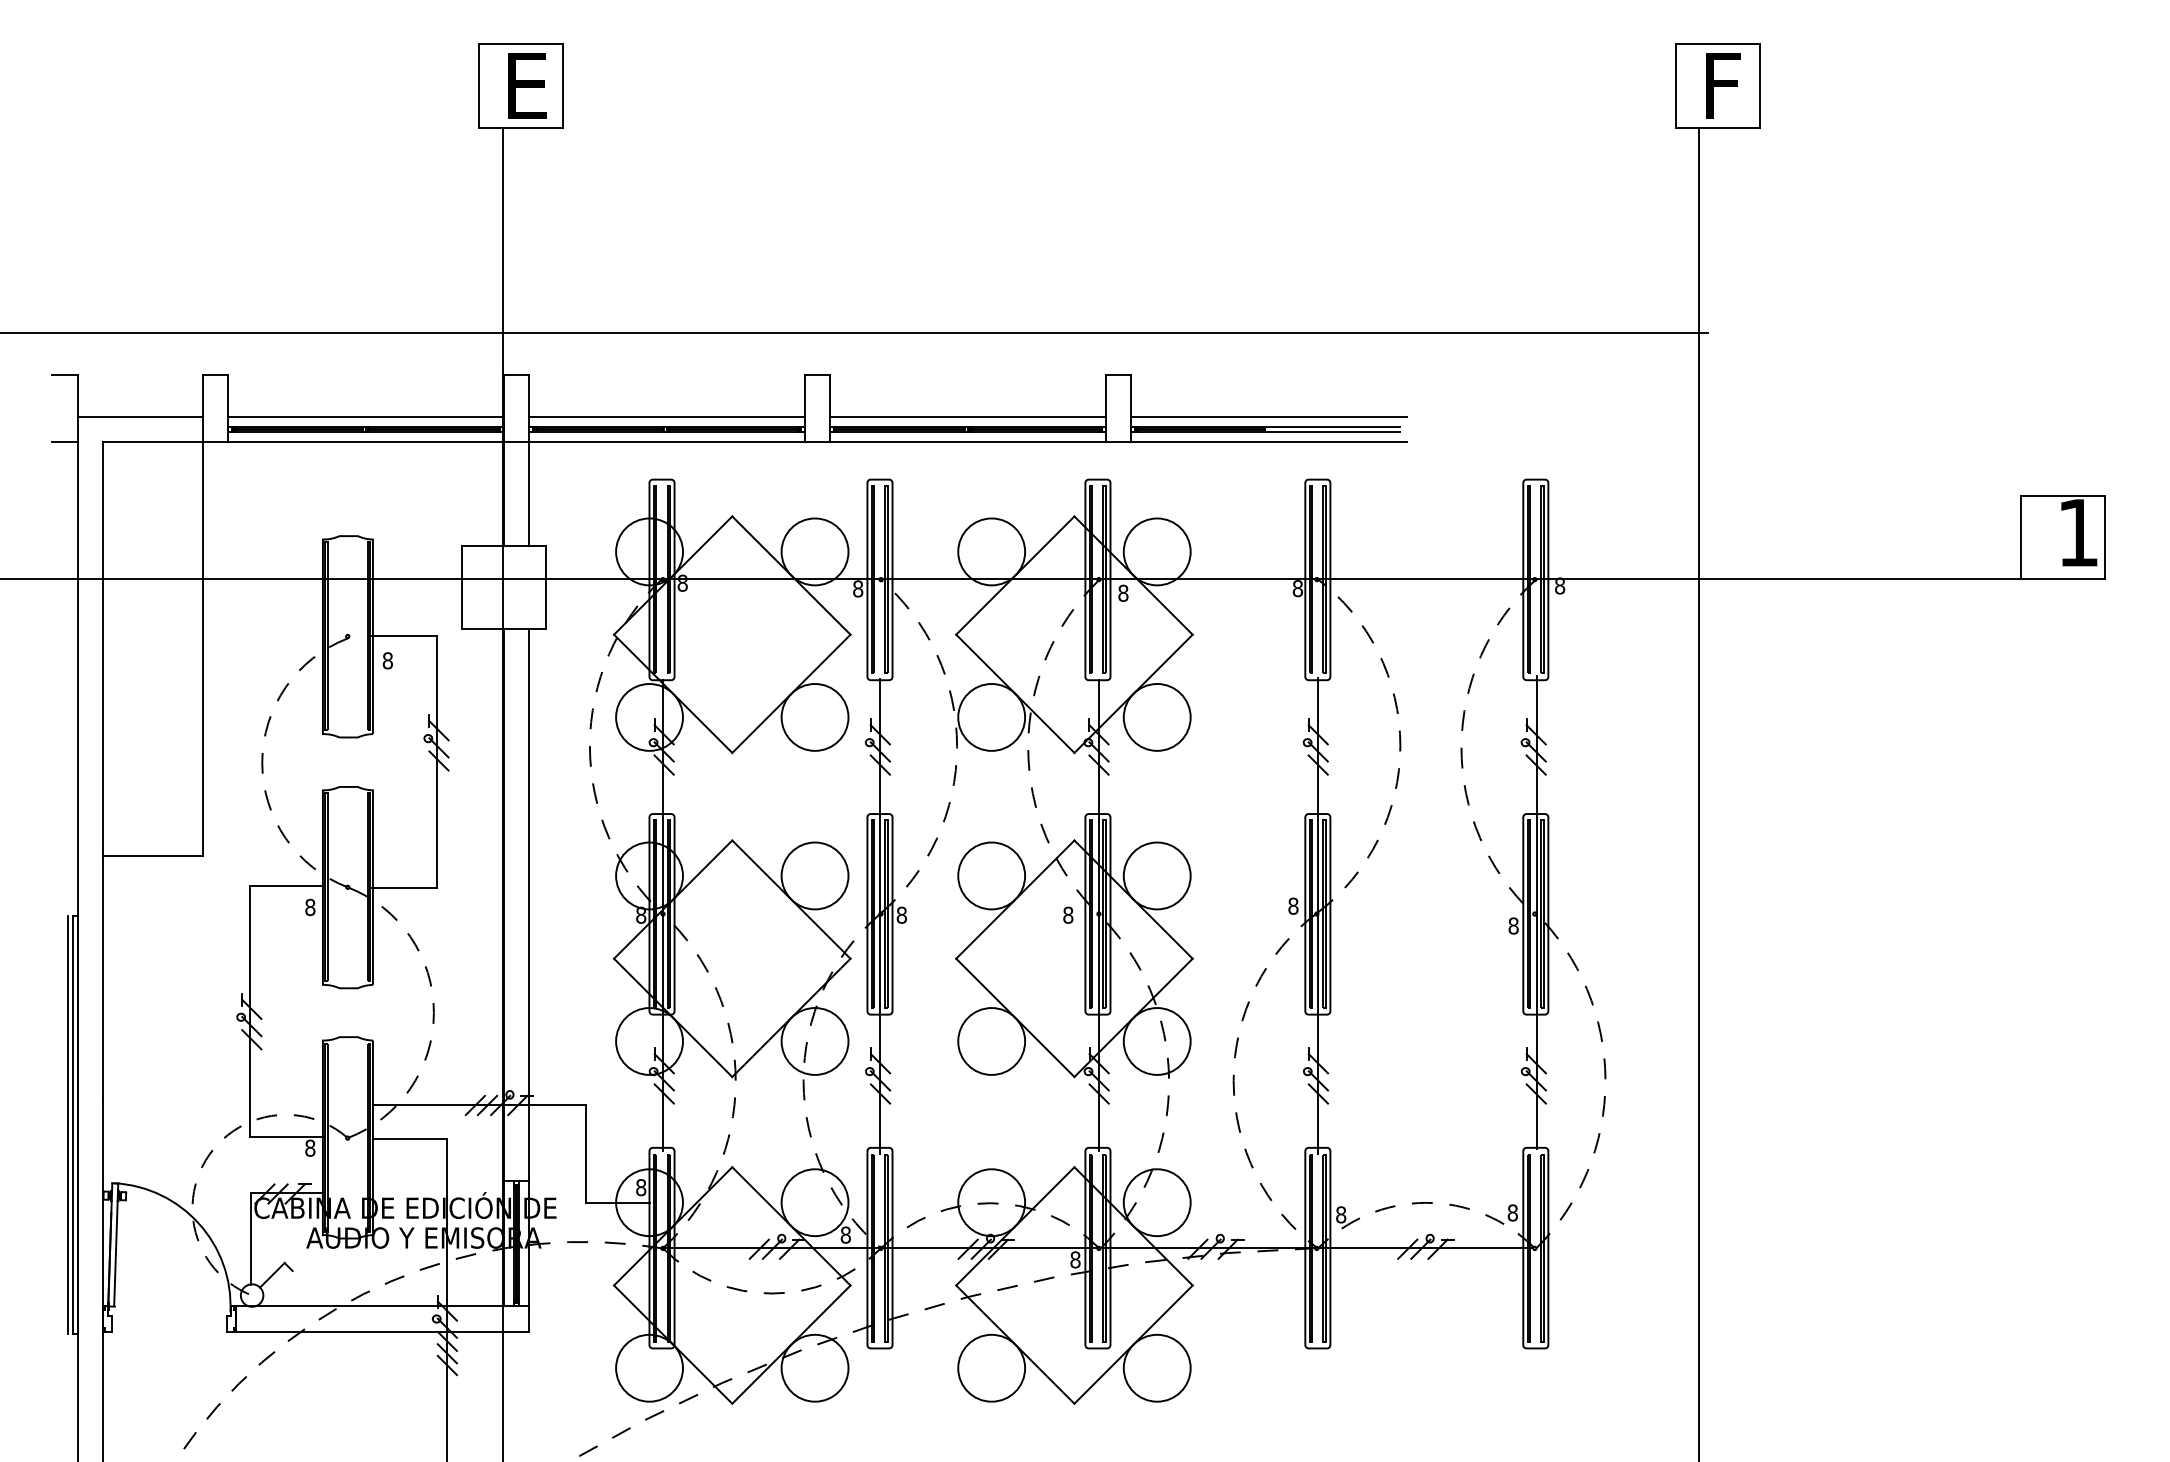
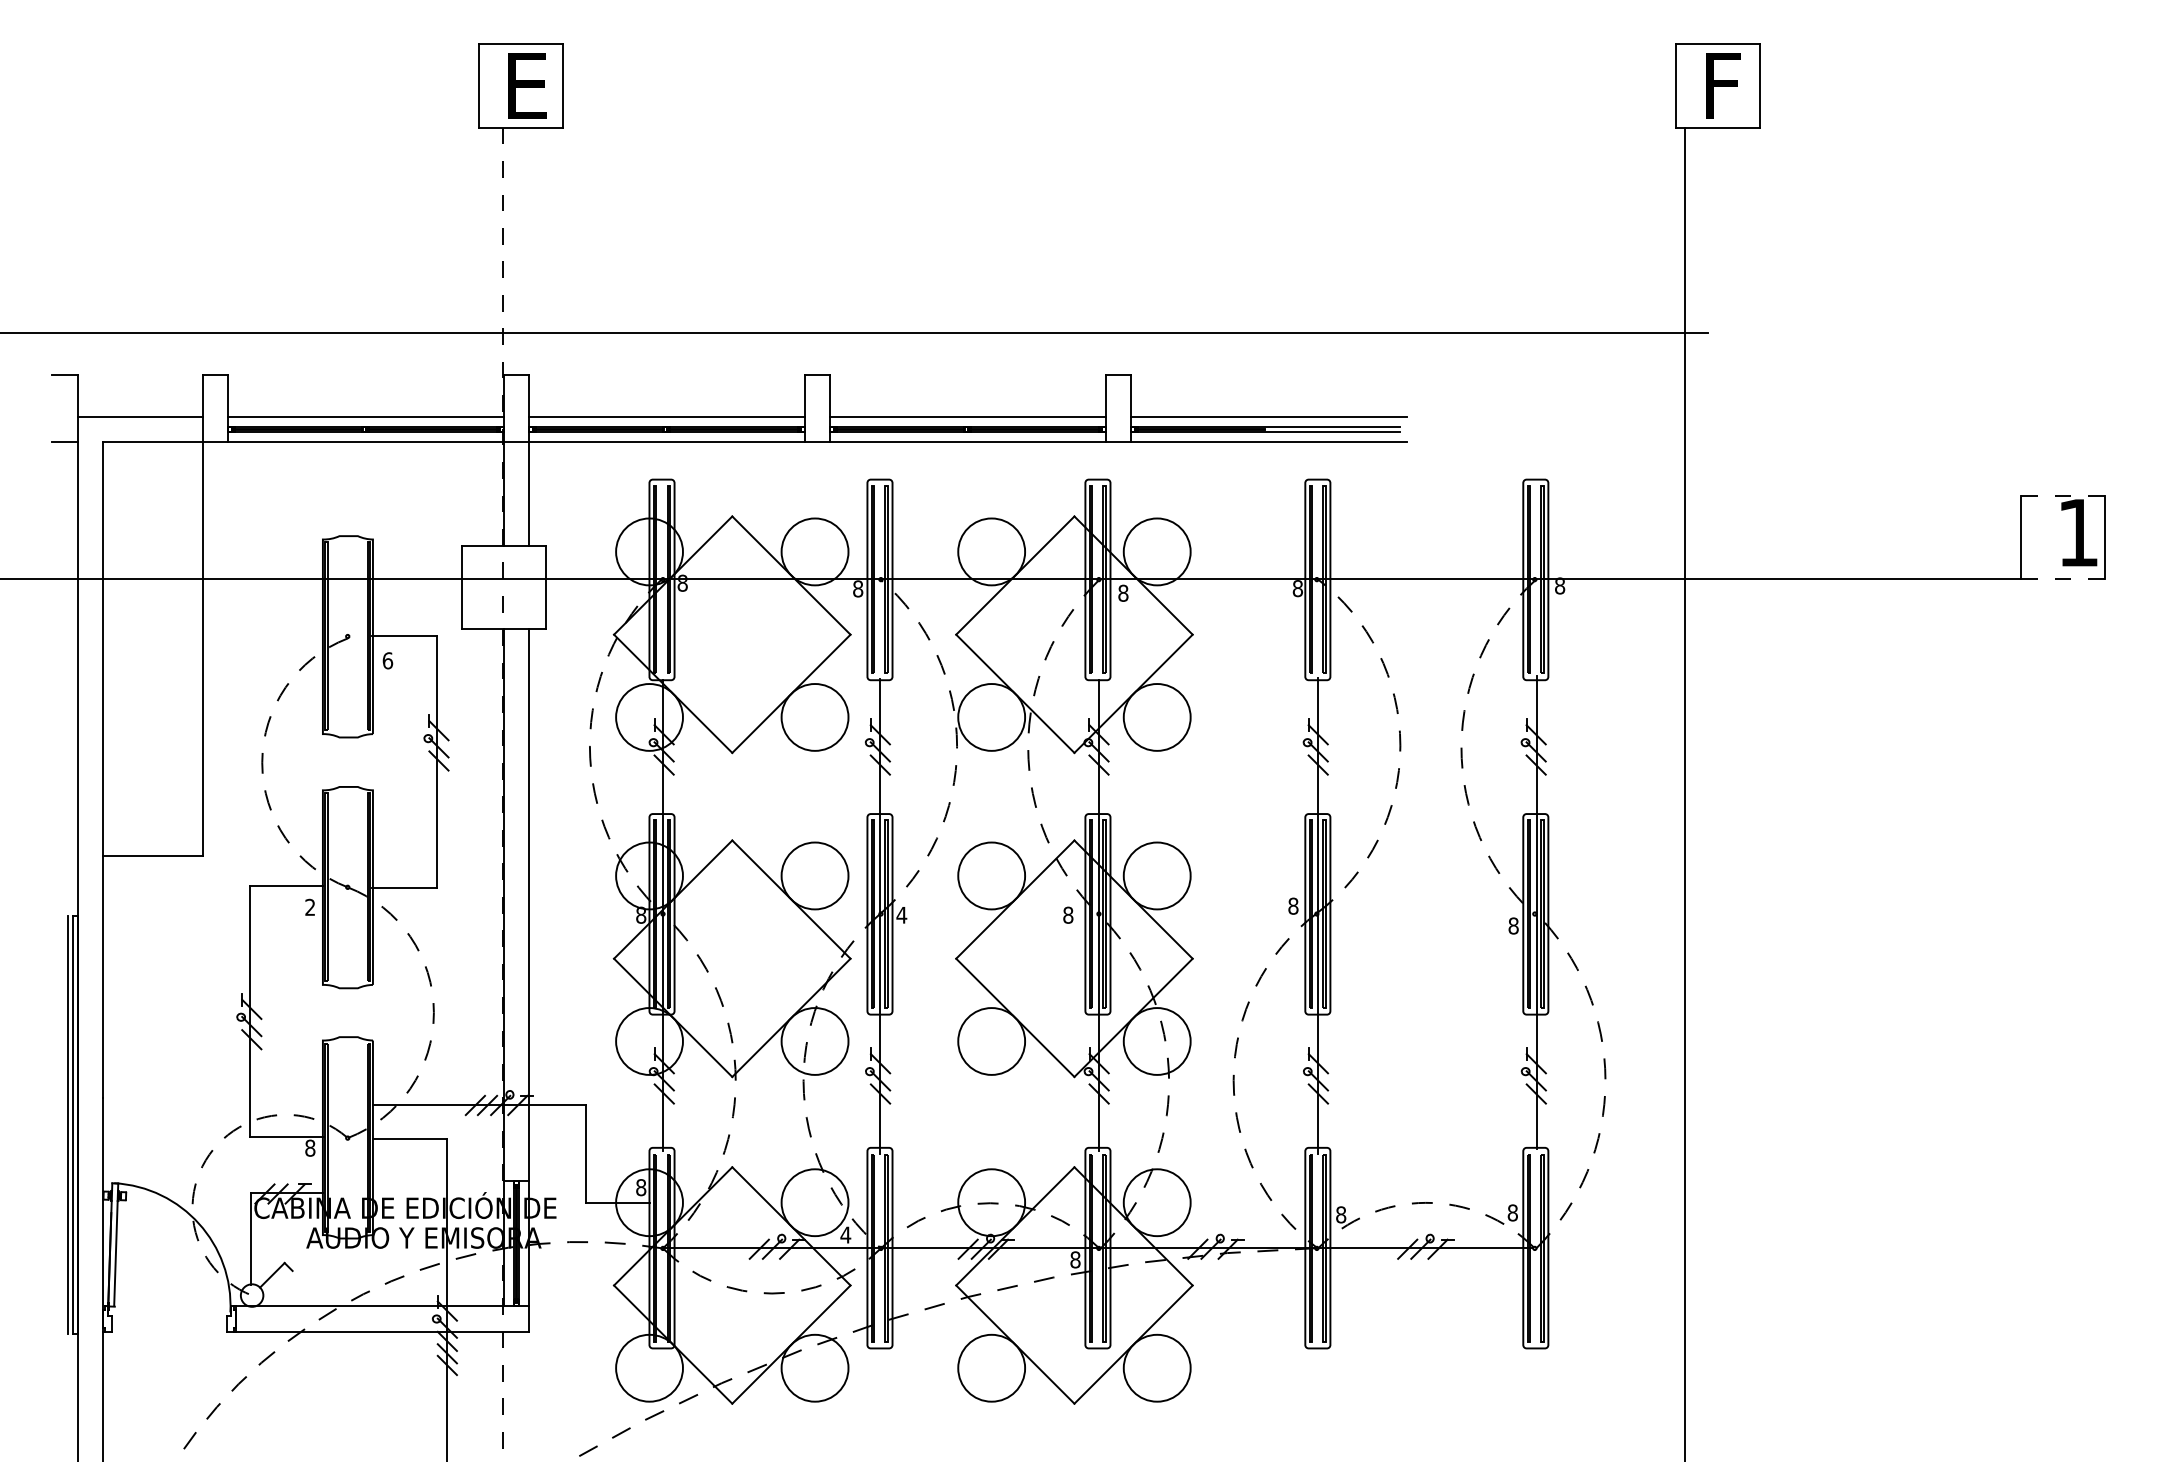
line at (2063, 495): solid -> dashed
line at (2063, 579): solid -> dashed
text at (387, 660): 8 -> 6
line at (1699, 792) position: (1699, 792) -> (1685, 792)
line at (502, 794): solid -> dashed
text at (310, 907): 8 -> 2
text at (901, 914): 8 -> 4
text at (845, 1234): 8 -> 4
